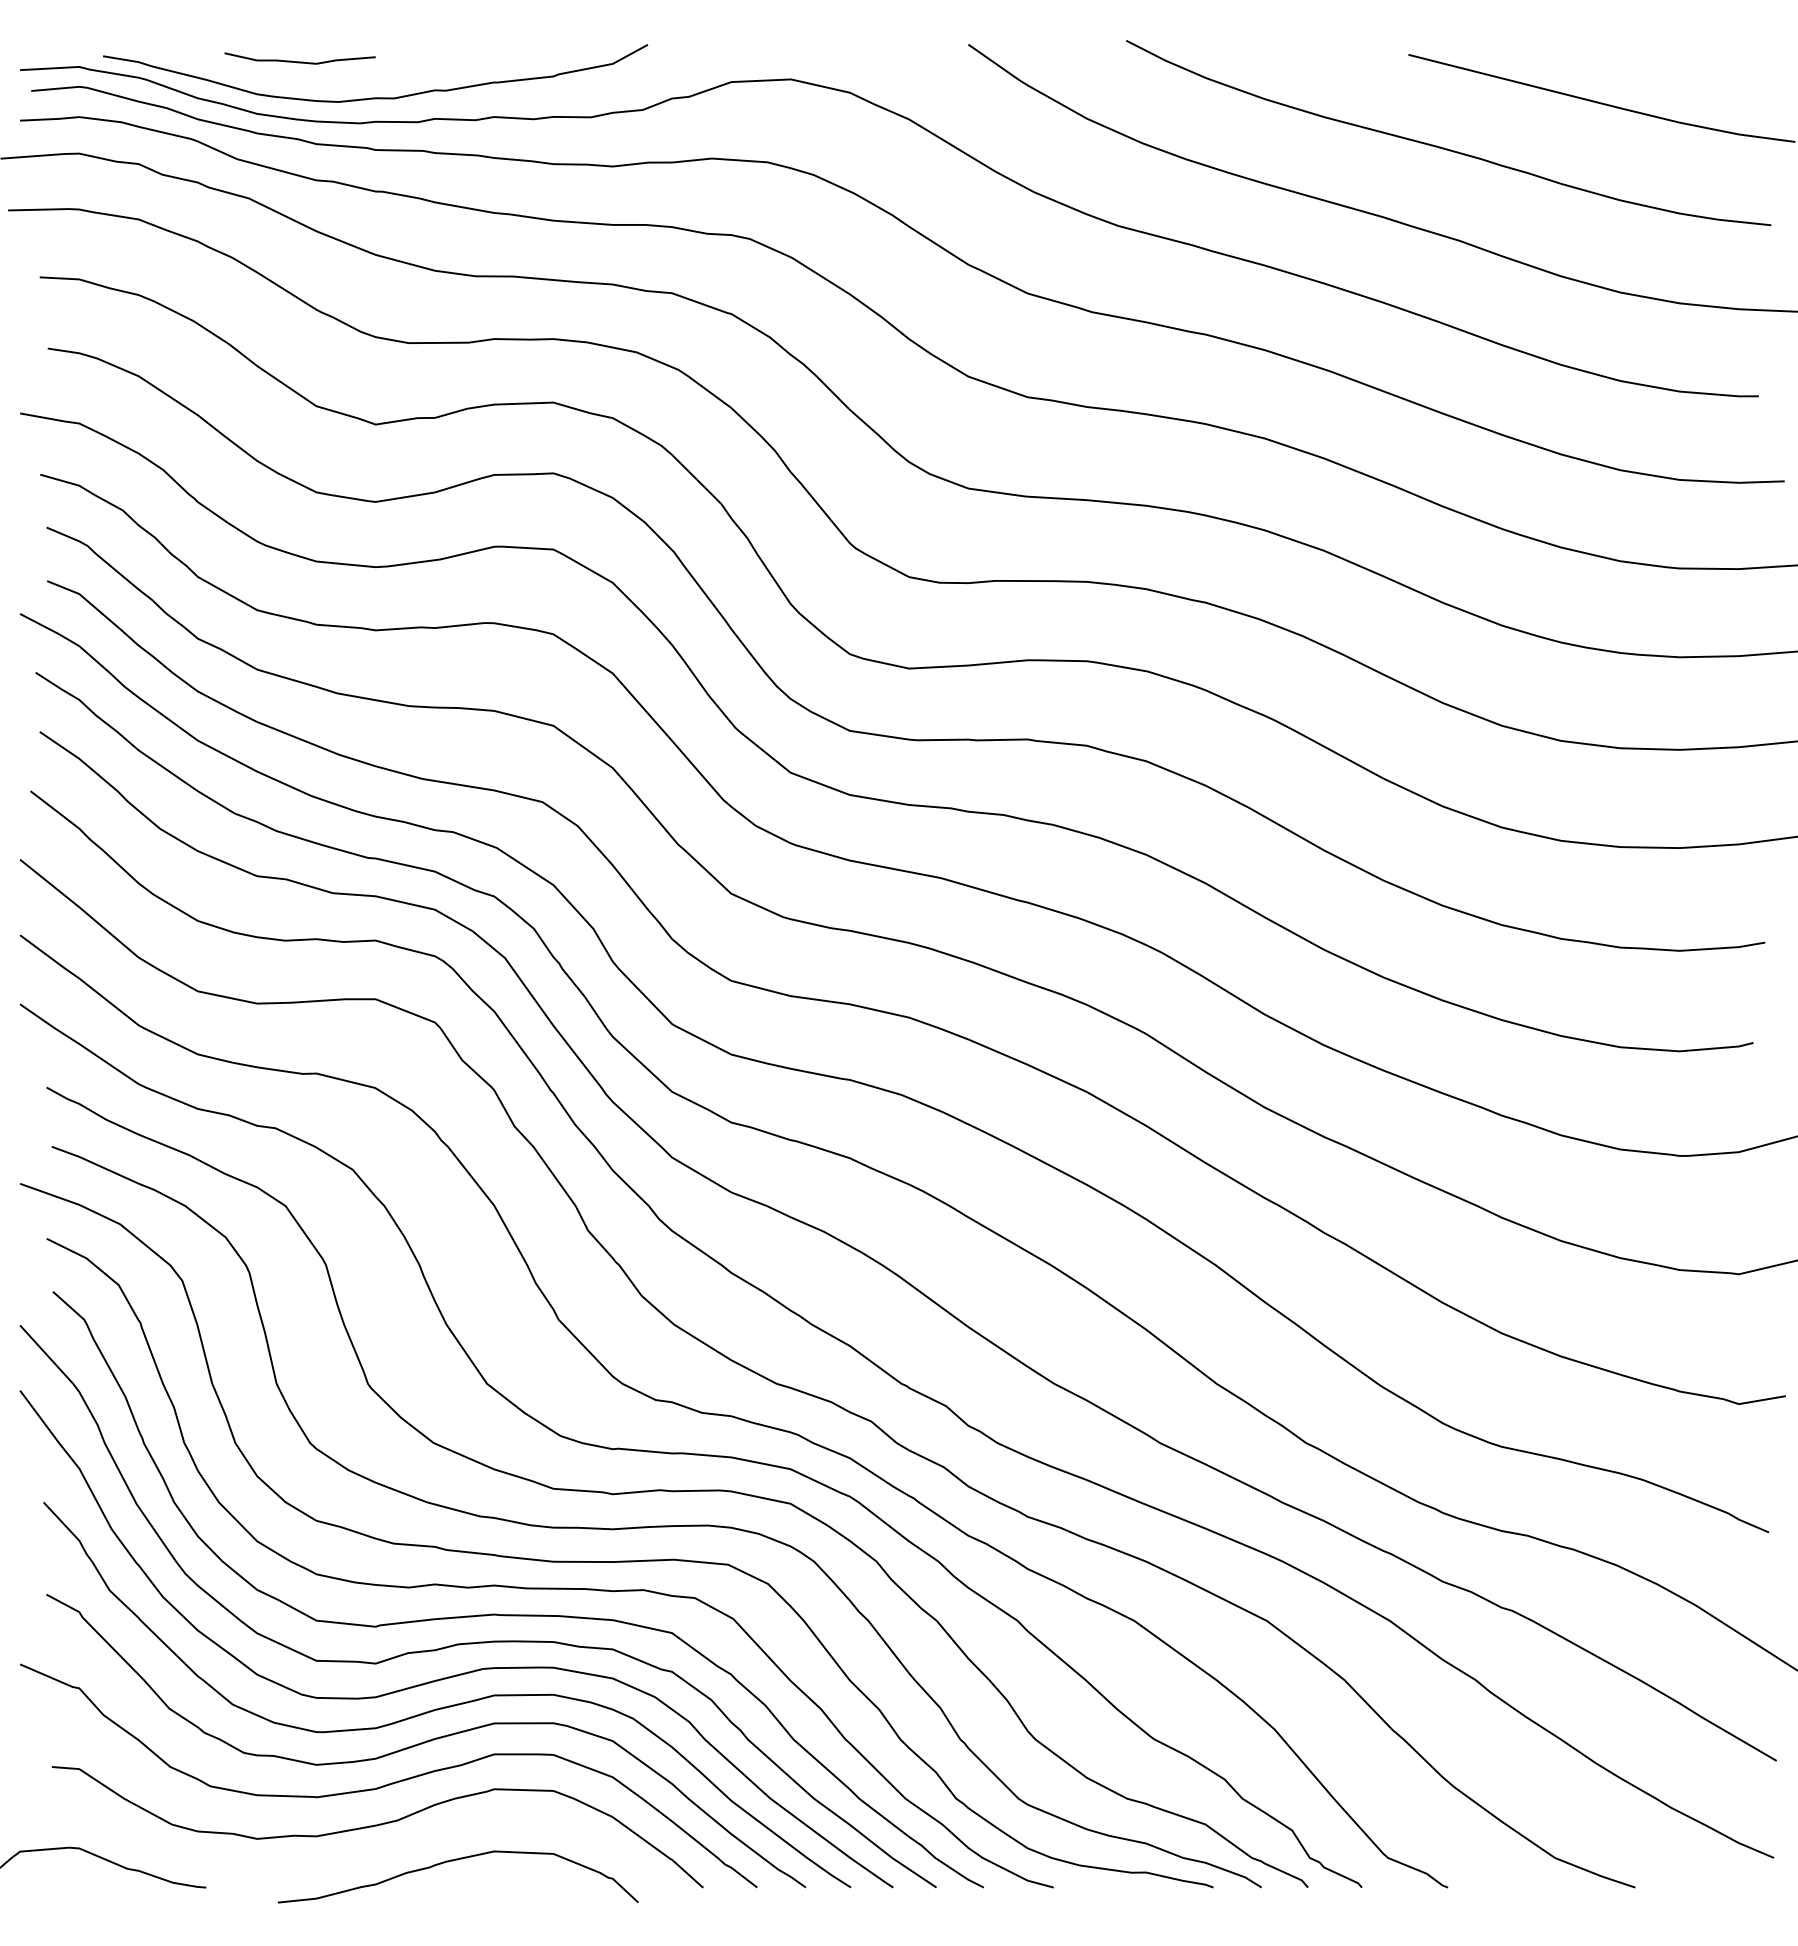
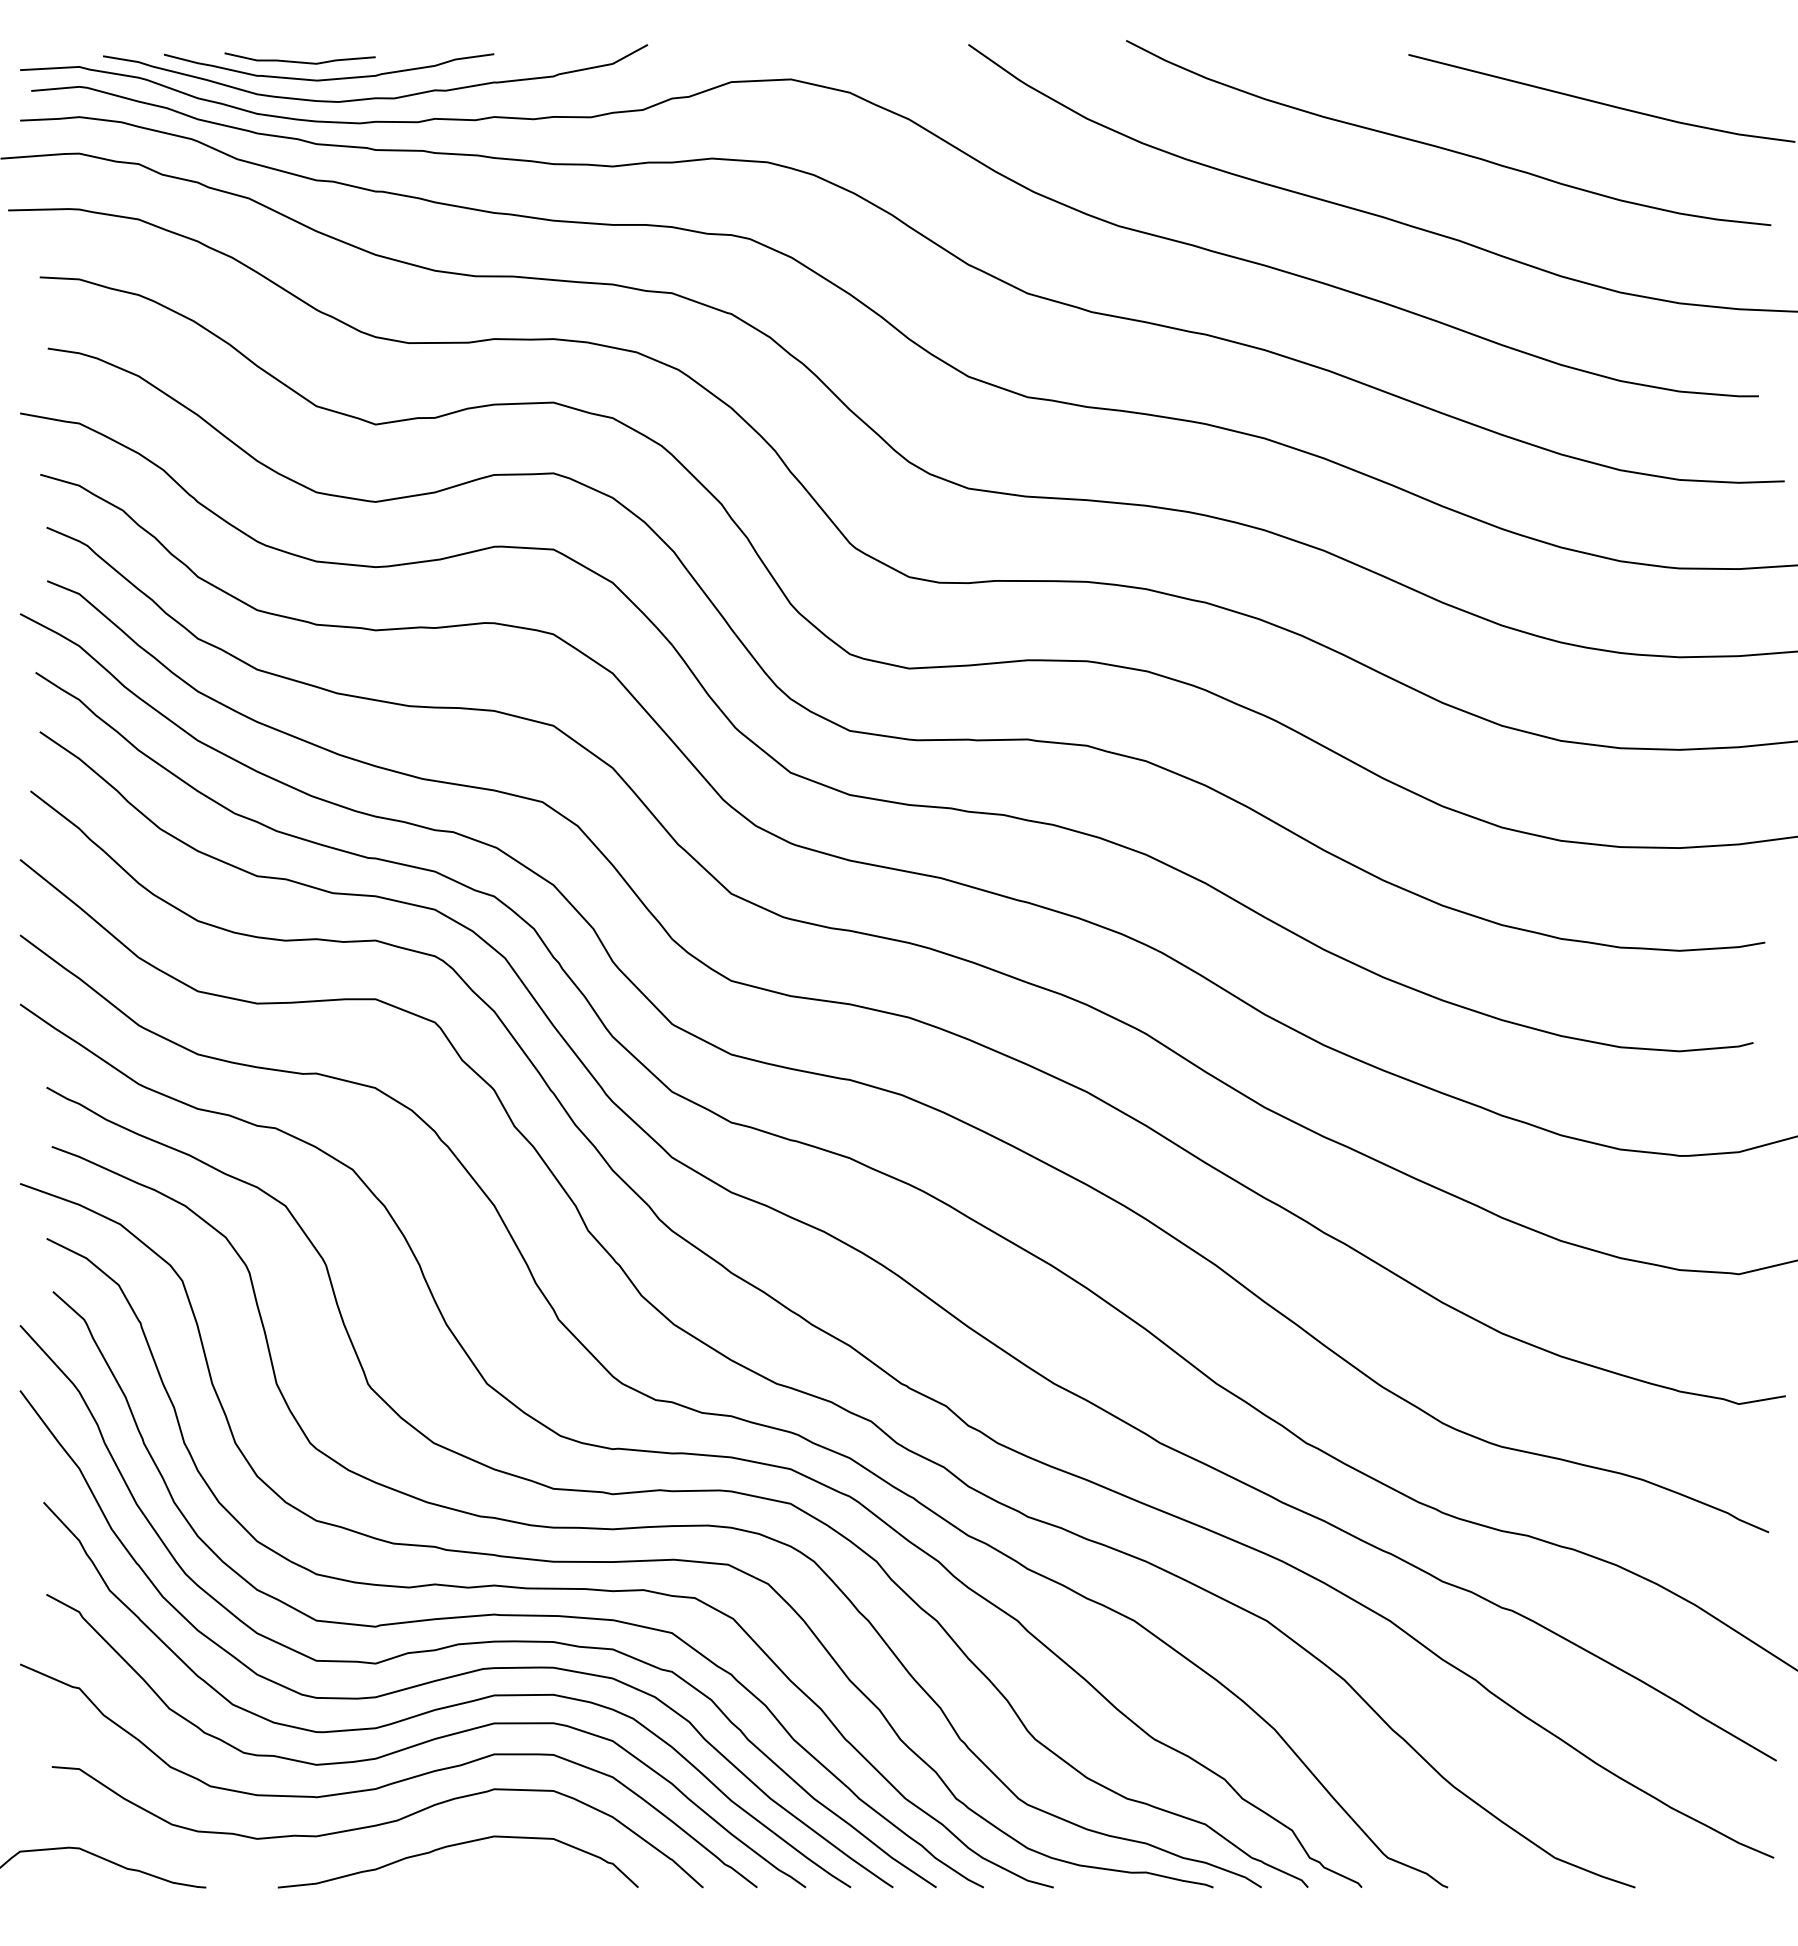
curve at (328, 78): none -> present
curve at (453, 1861) position: (453, 1861) -> (453, 1846)
